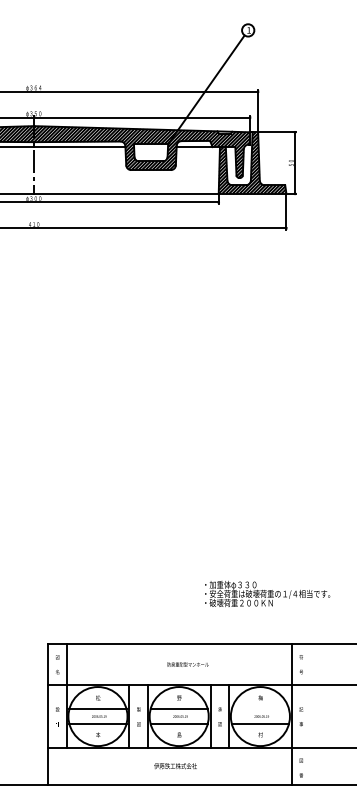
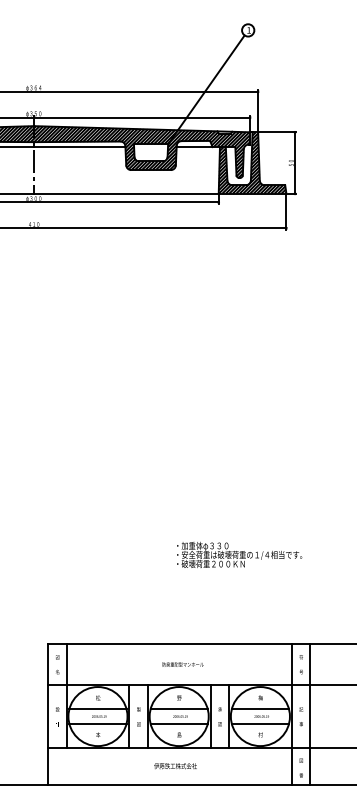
text at (267, 593) position: (267, 593) -> (239, 554)
text at (187, 664) position: (187, 664) -> (182, 664)
line at (260, 709): none -> present
line at (310, 714): none -> present
